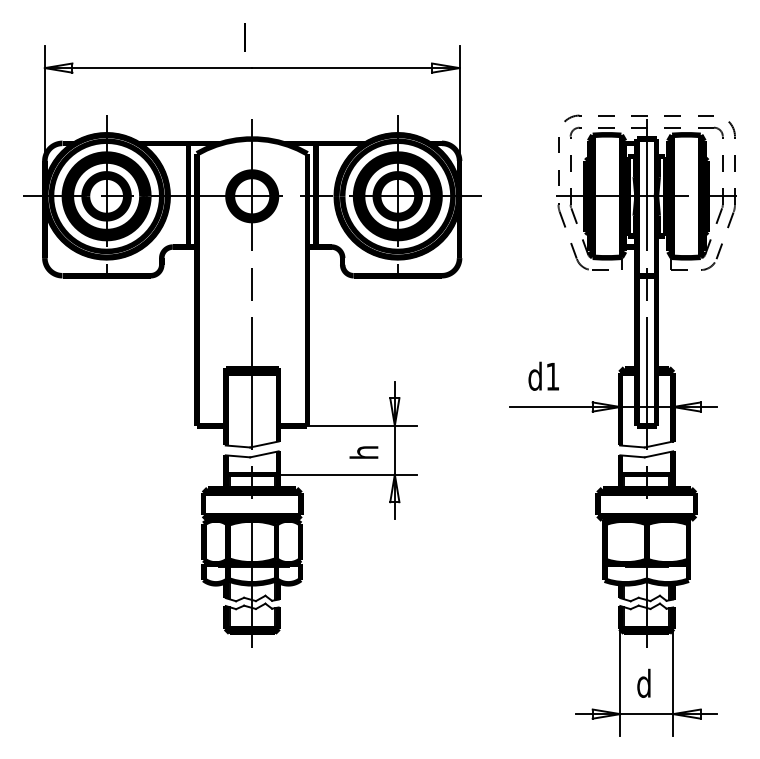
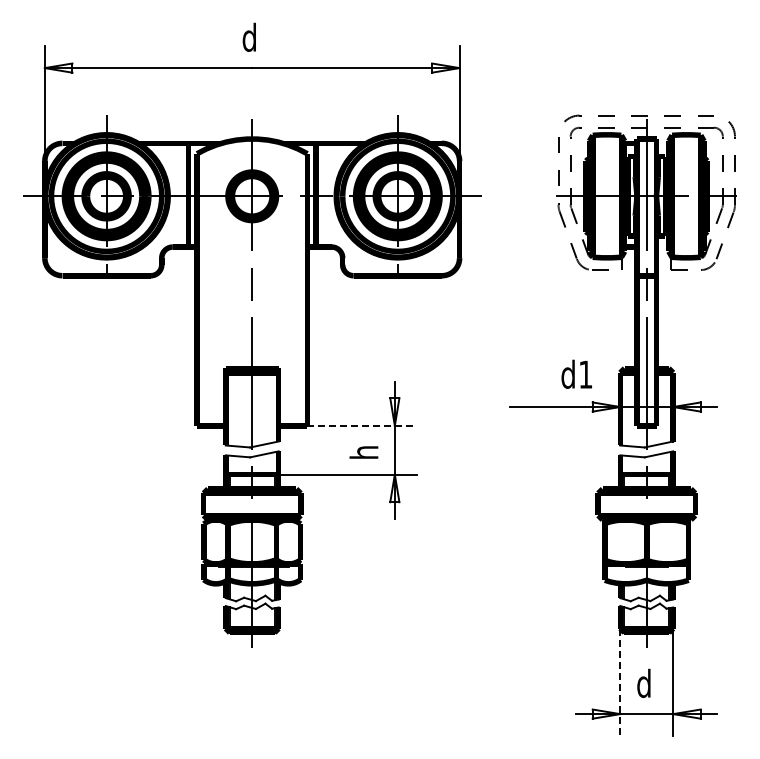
text at (248, 36): l -> d
text at (543, 375) position: (543, 375) -> (576, 373)
line at (362, 425): solid -> dashed
line at (620, 682): solid -> dashed
